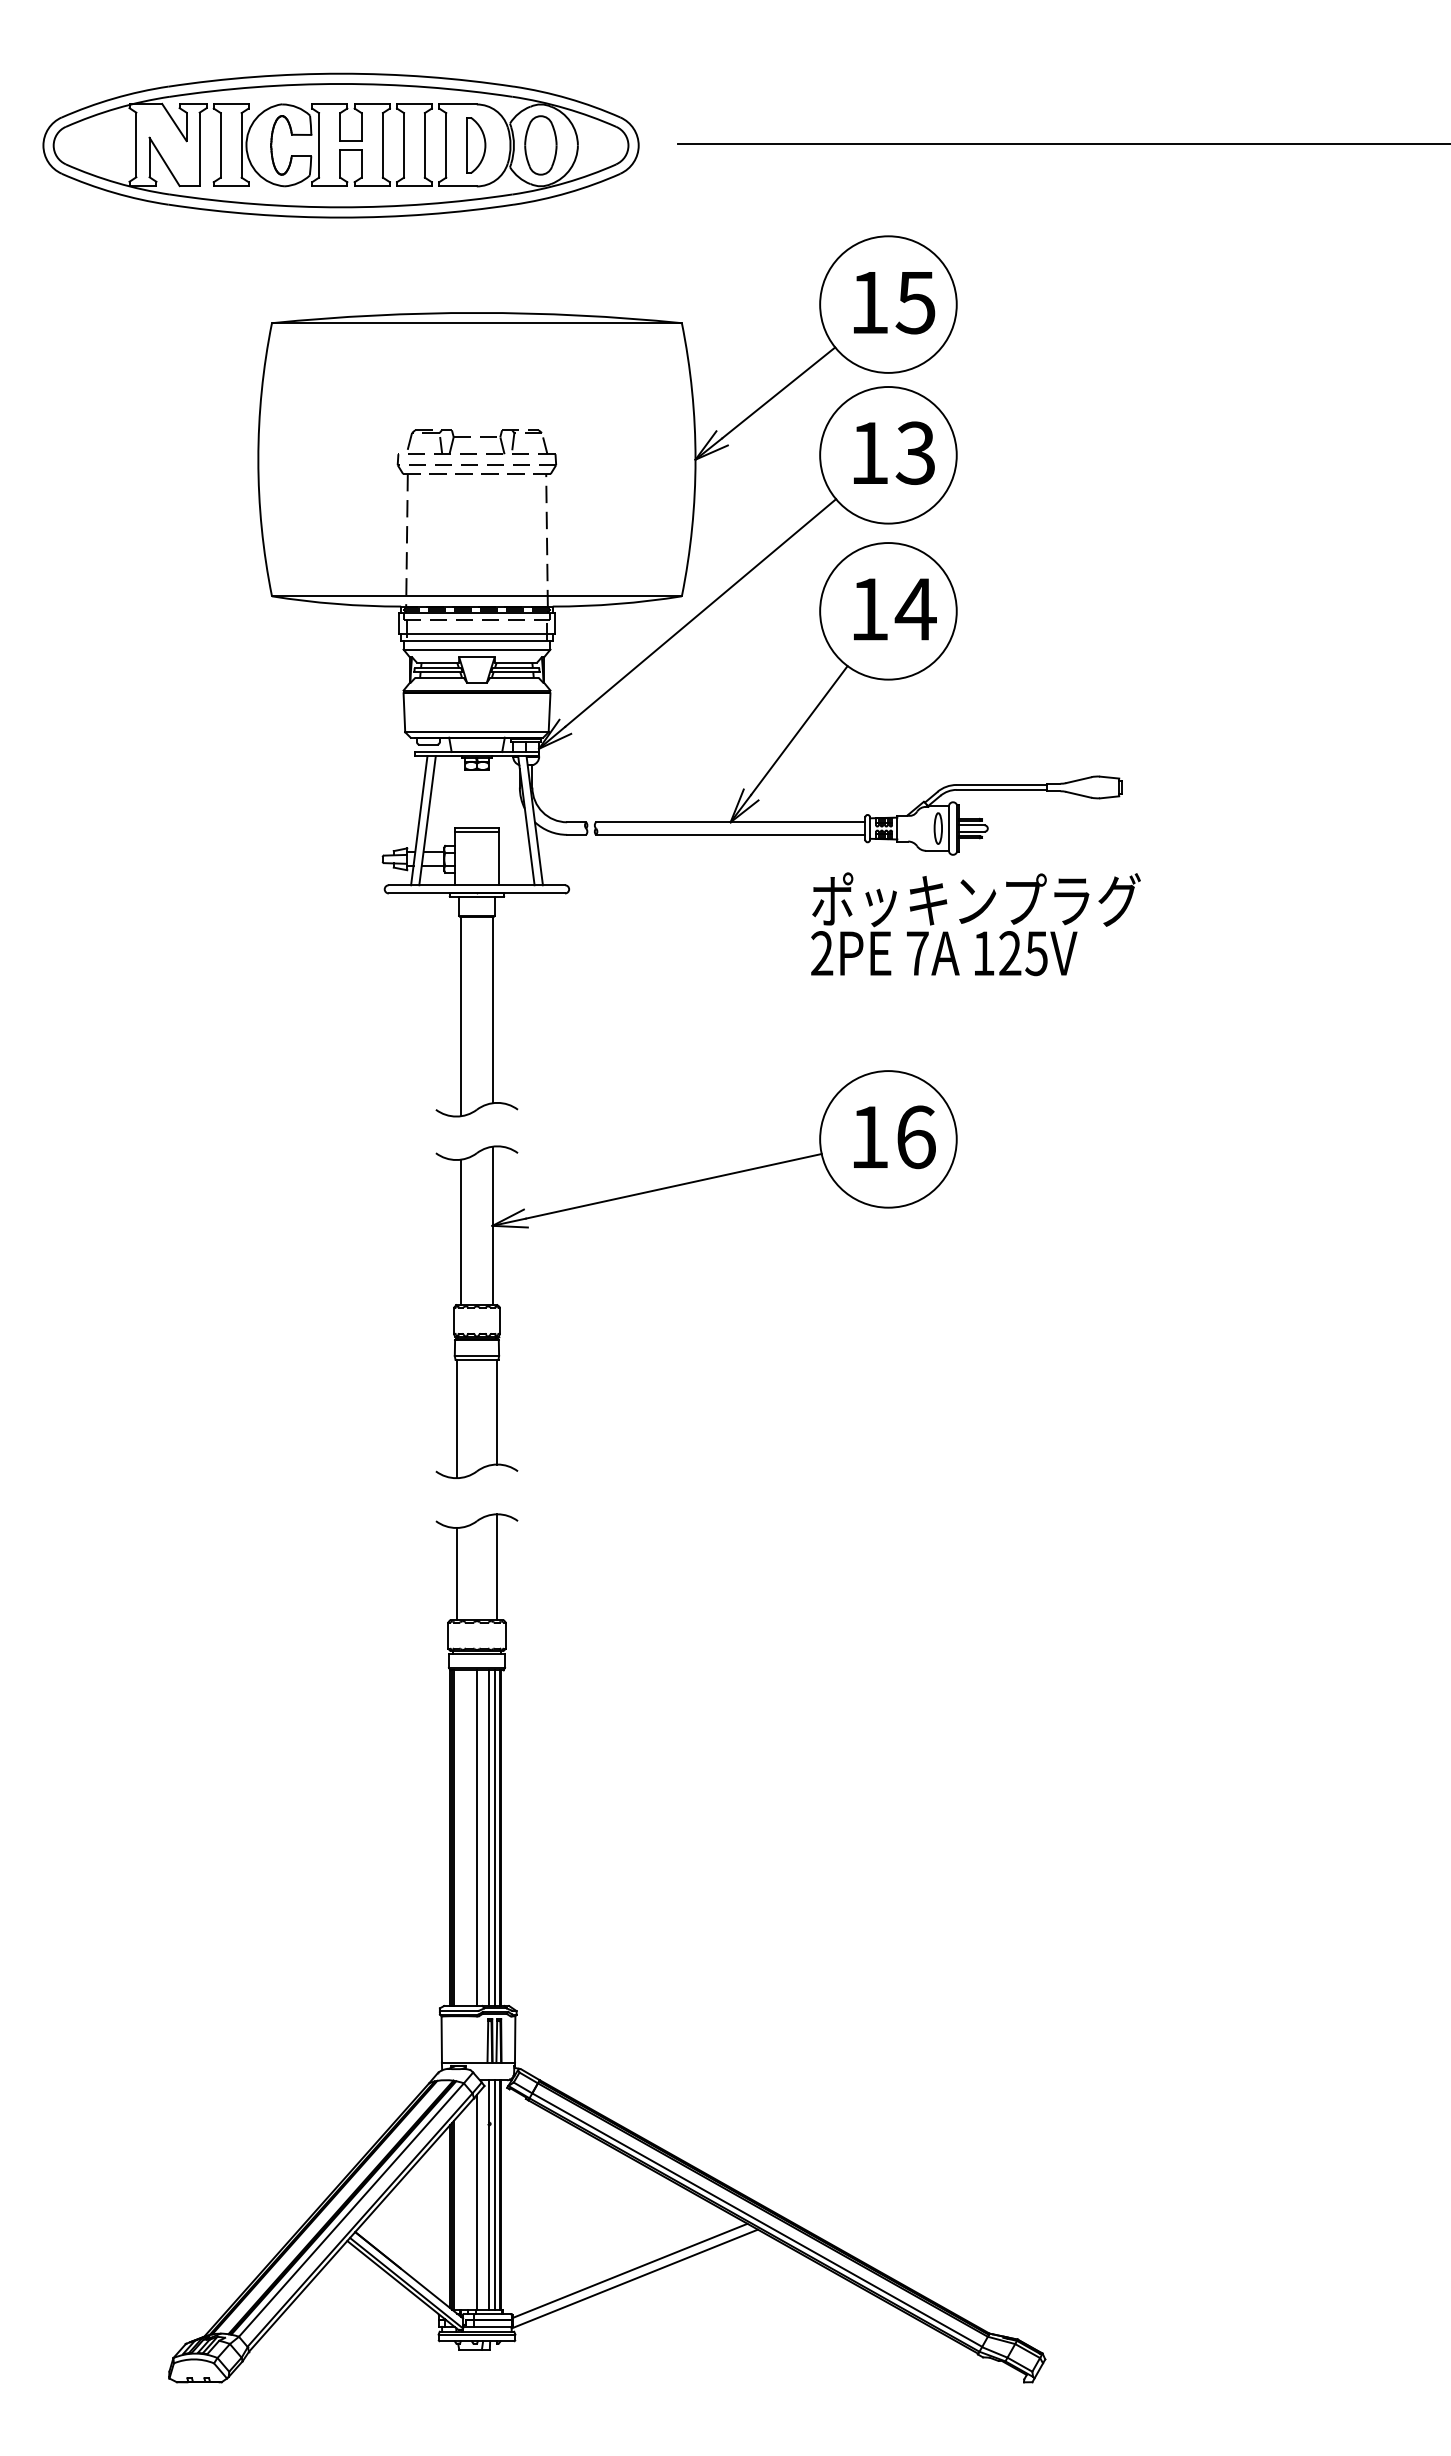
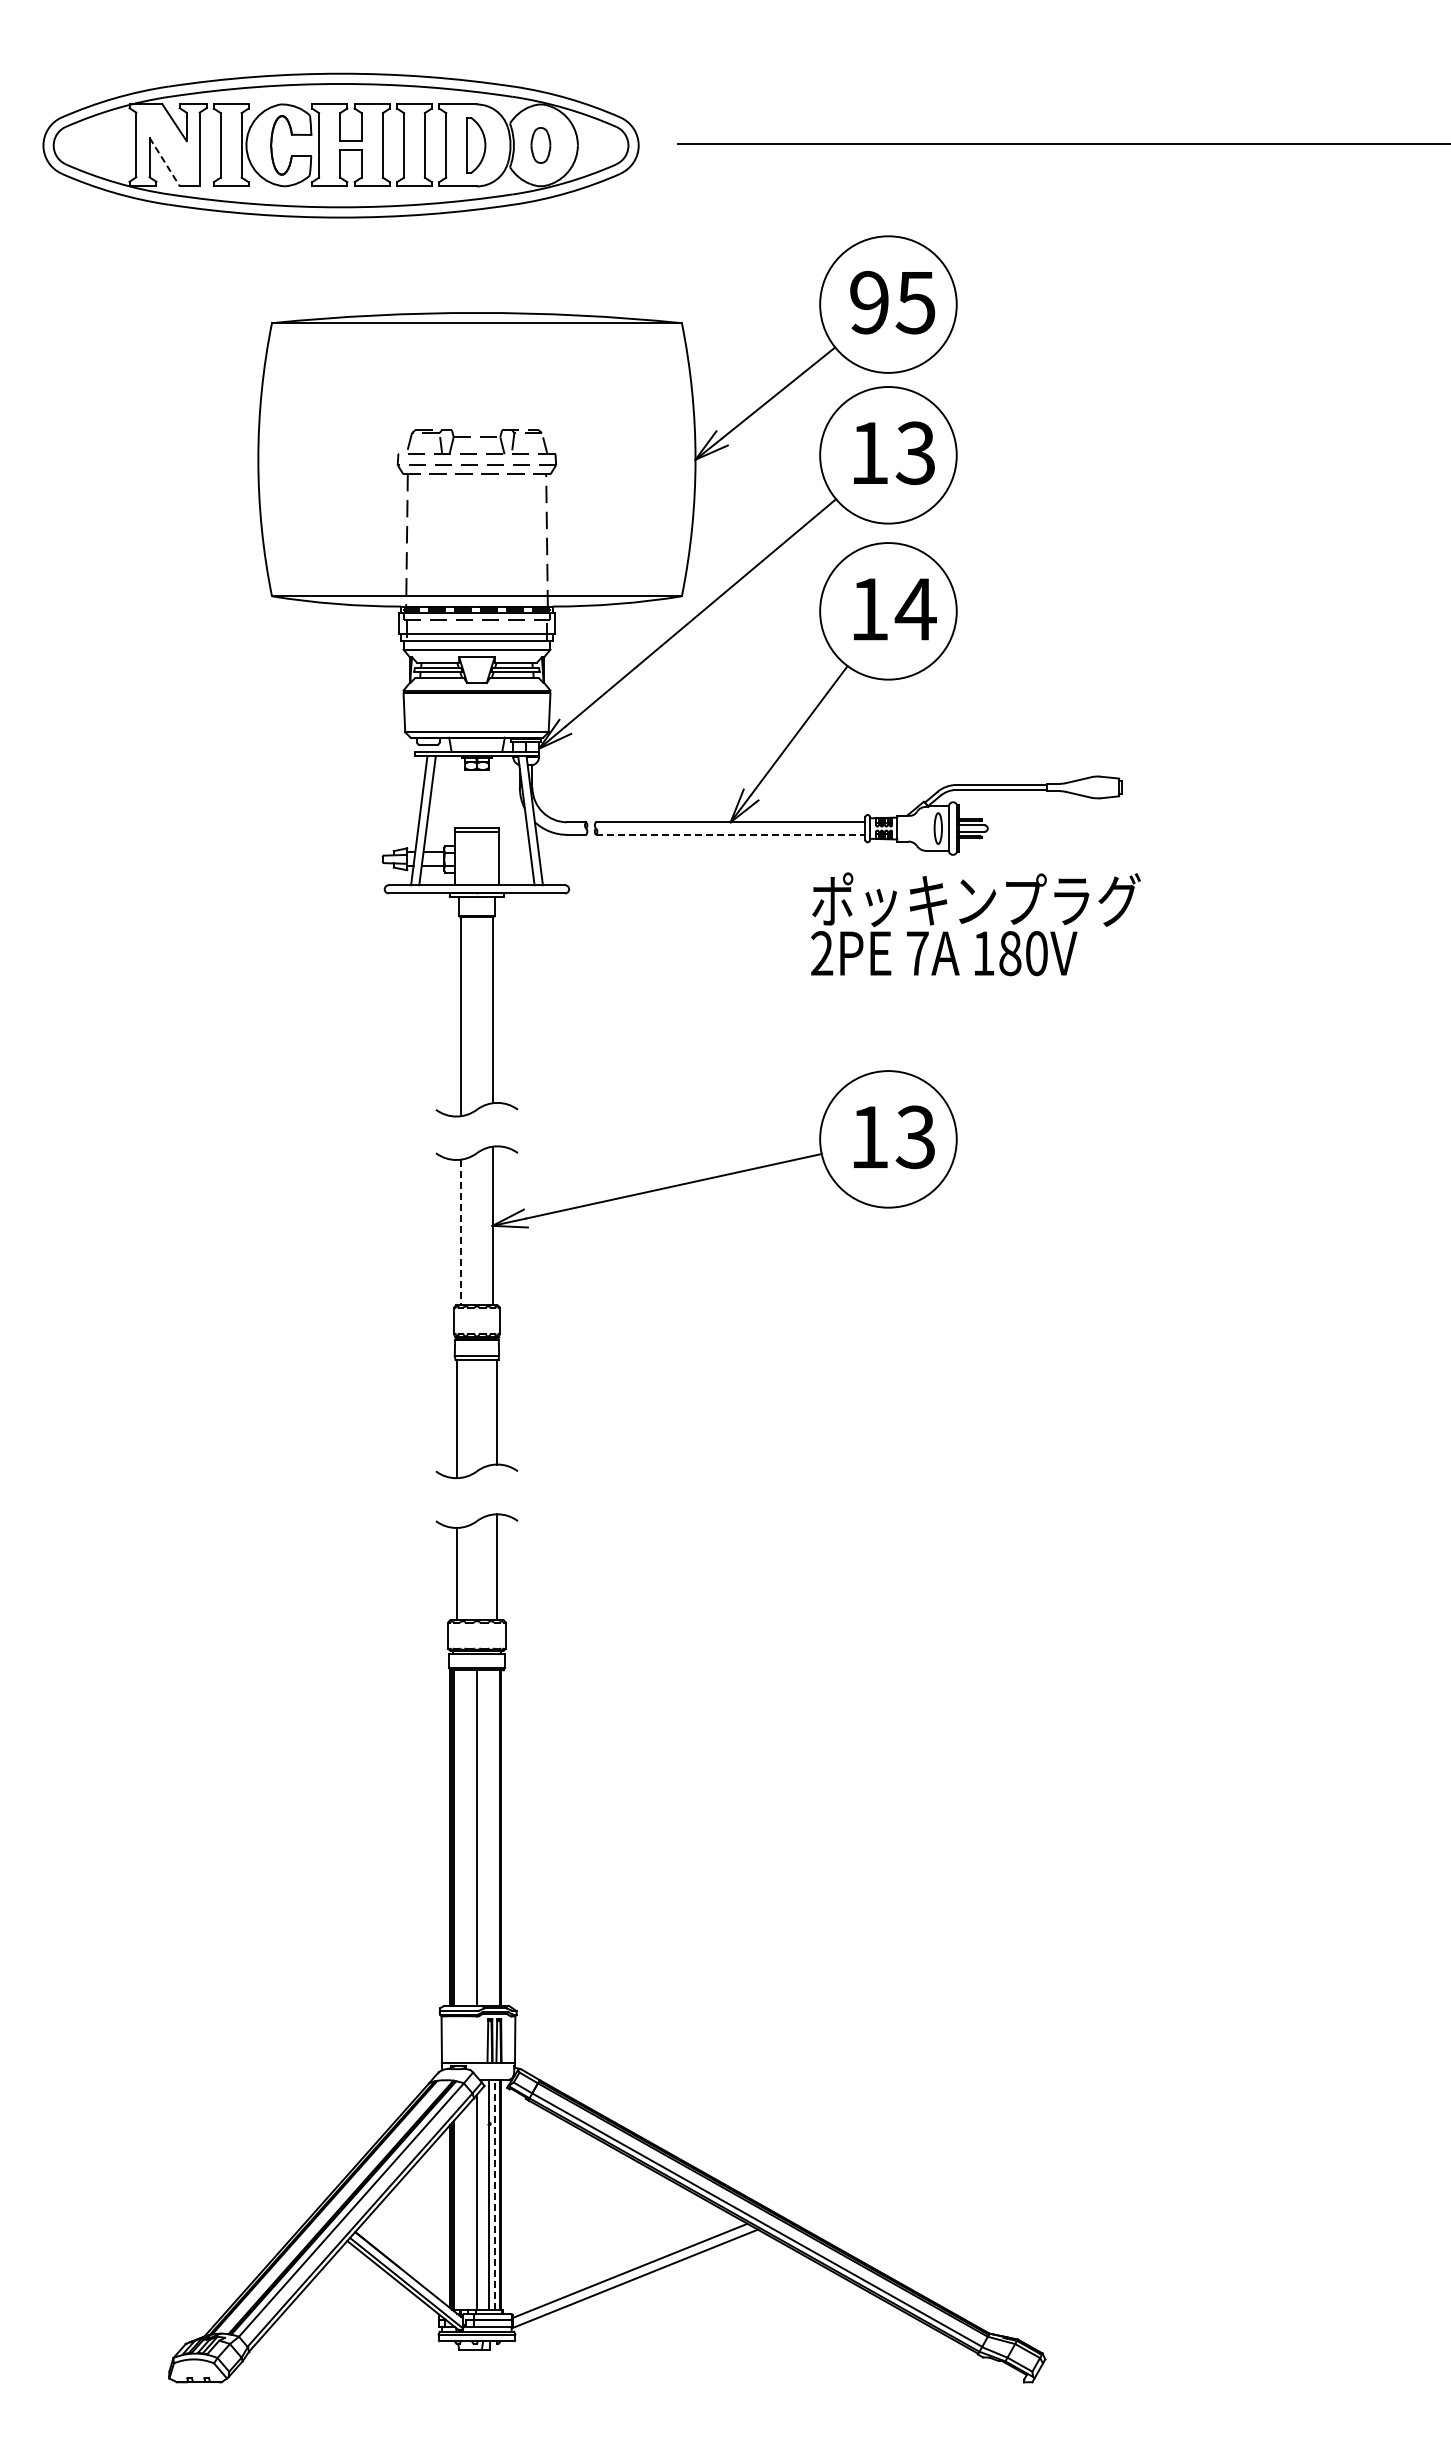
part at (540, 145) size: 34x61 px -> 22x37 px
line at (164, 162): solid -> dashed
text at (869, 302): 15 -> 95
line at (730, 834): solid -> dashed
text at (1023, 953): 125V -> 180V
text at (915, 1137): 16 -> 13
line at (461, 1232): solid -> dashed
line at (488, 1838): present -> none
line at (495, 1838): present -> none
line at (495, 2195): solid -> dashed
